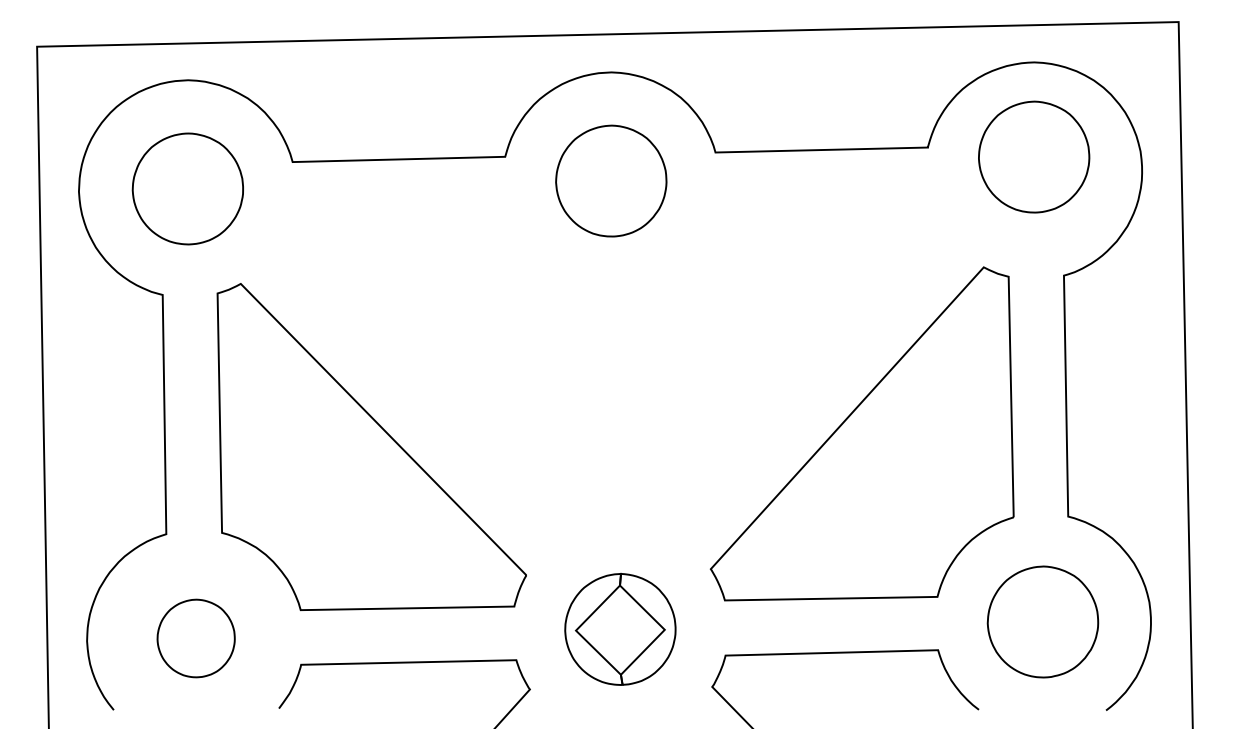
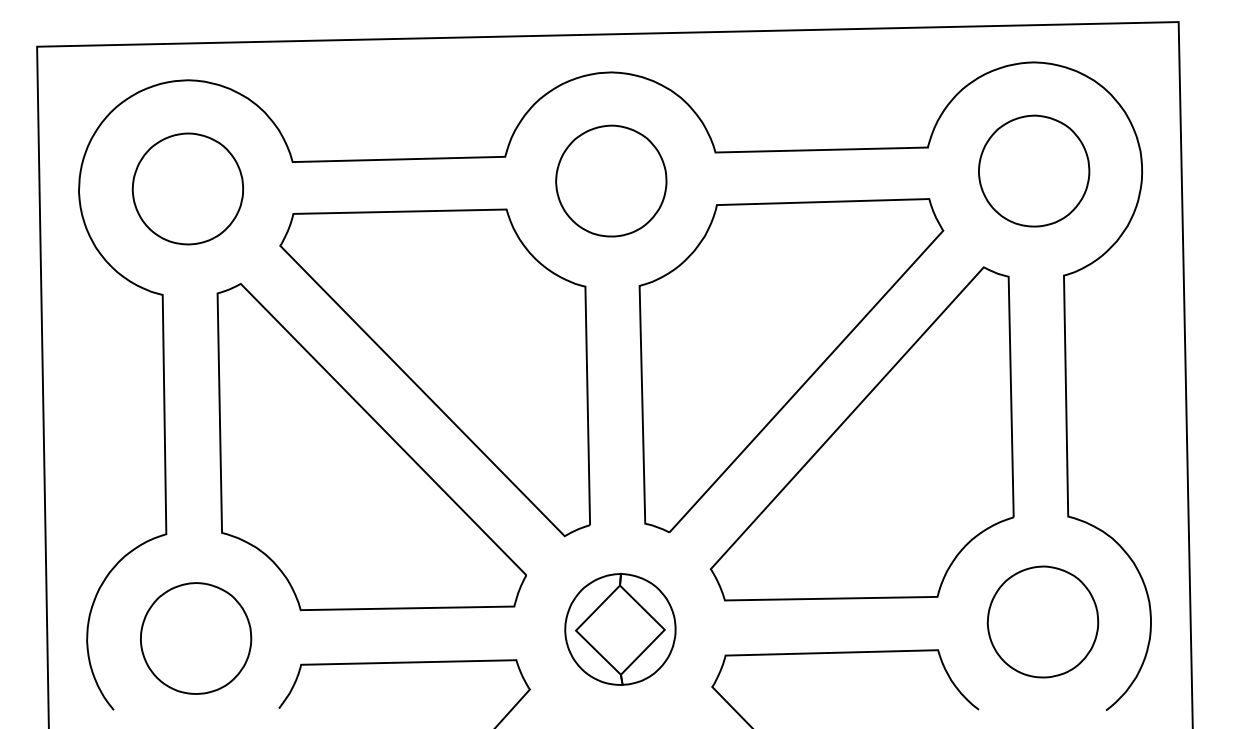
part at (1034, 156) position: (1034, 156) -> (1034, 170)
part at (791, 365): none -> present
part at (434, 372): none -> present
part at (195, 638) size: 80x81 px -> 113x113 px
